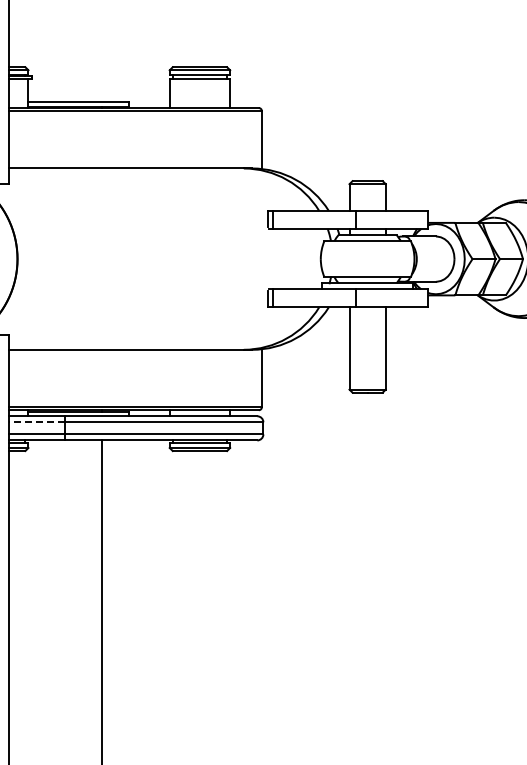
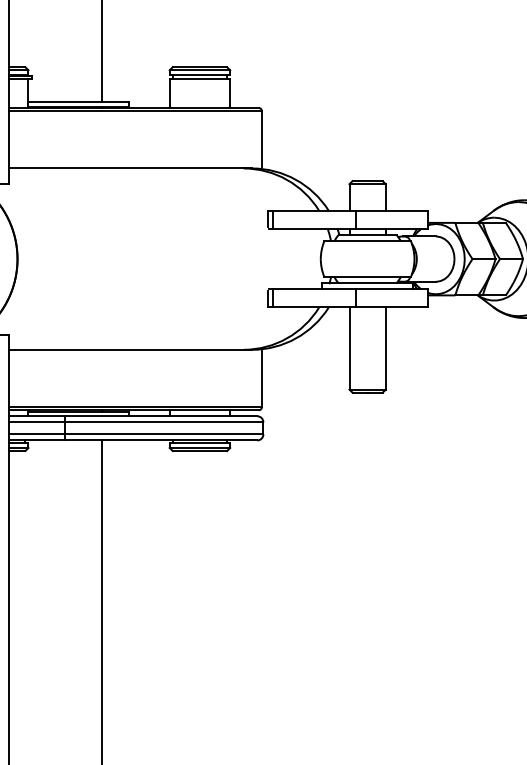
line at (101, 52): none -> present
line at (36, 422): dashed -> solid
